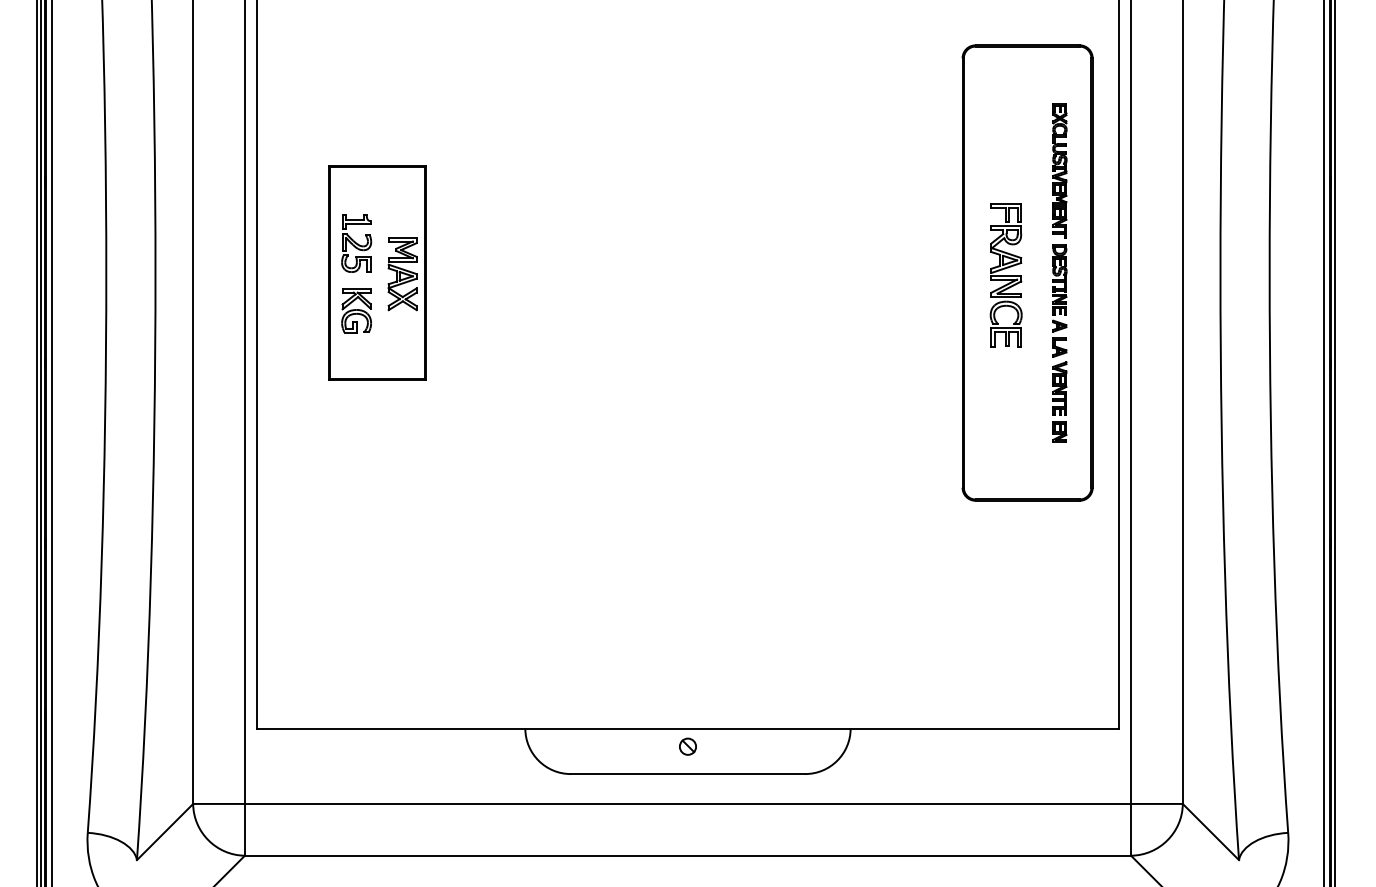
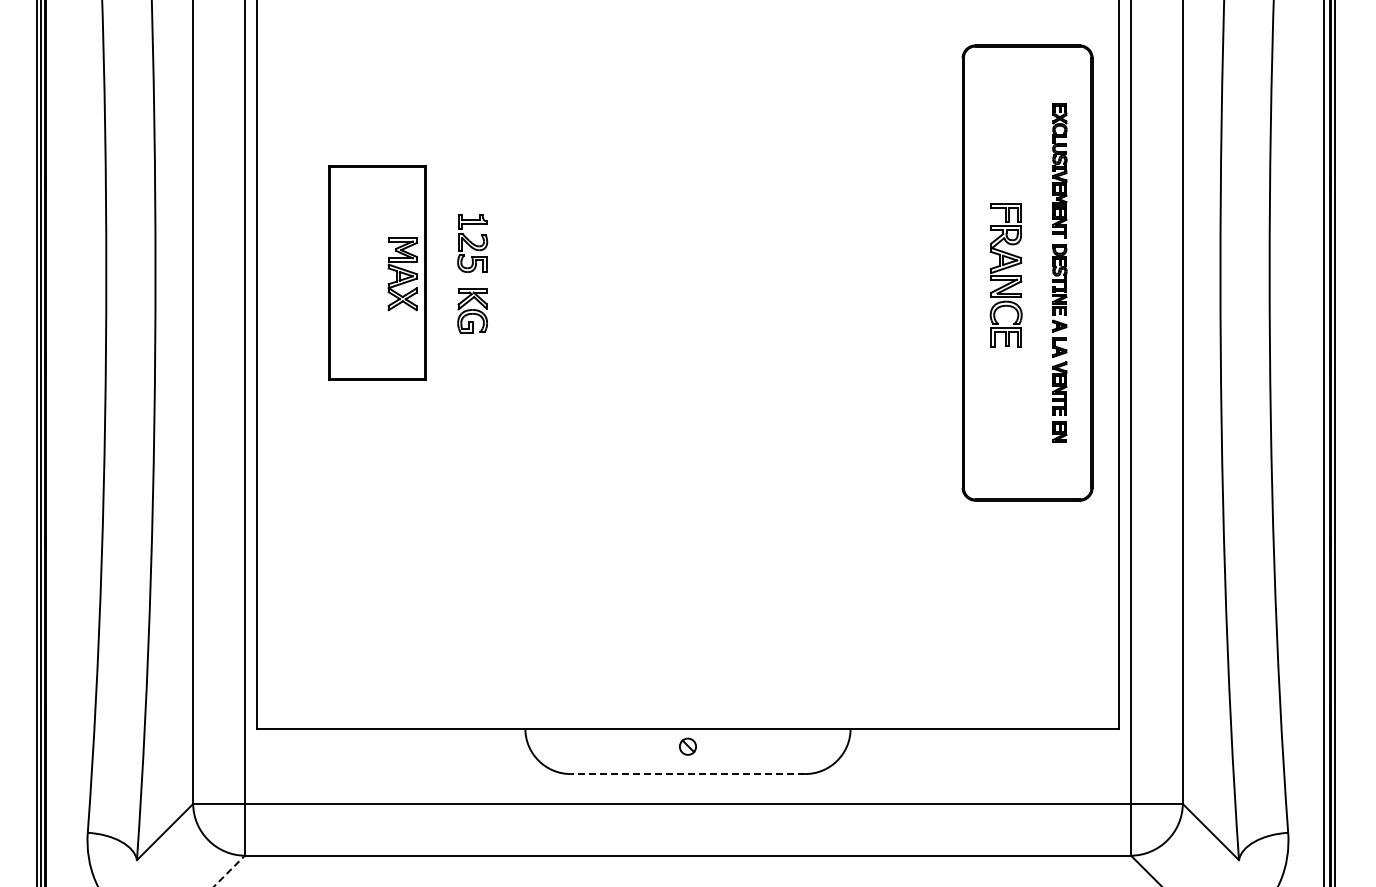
part at (356, 243) position: (356, 243) -> (472, 243)
part at (356, 310) position: (356, 310) -> (472, 310)
line at (52, 442): present -> none
line at (687, 774): solid -> dashed
line at (229, 871): solid -> dashed
